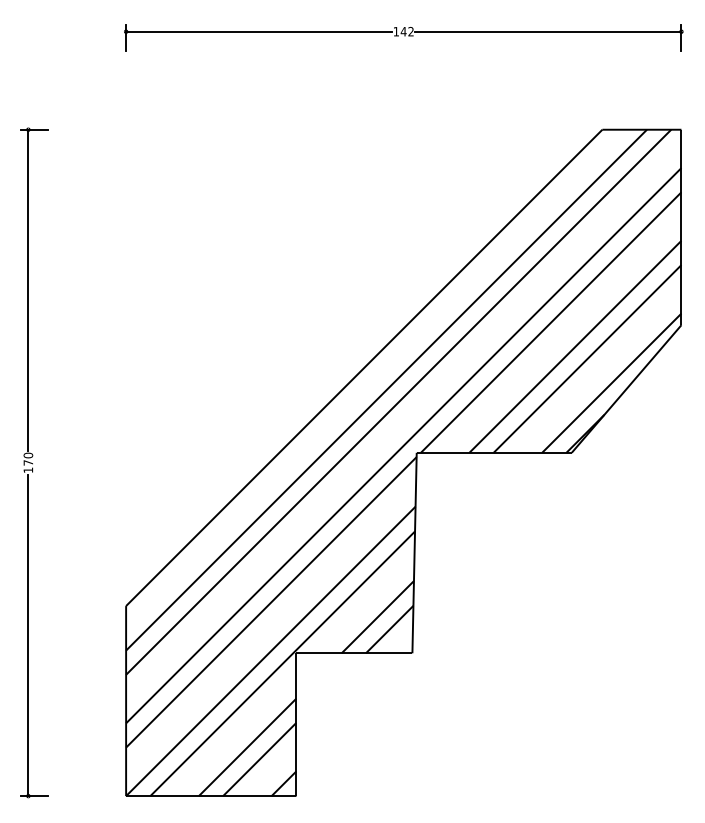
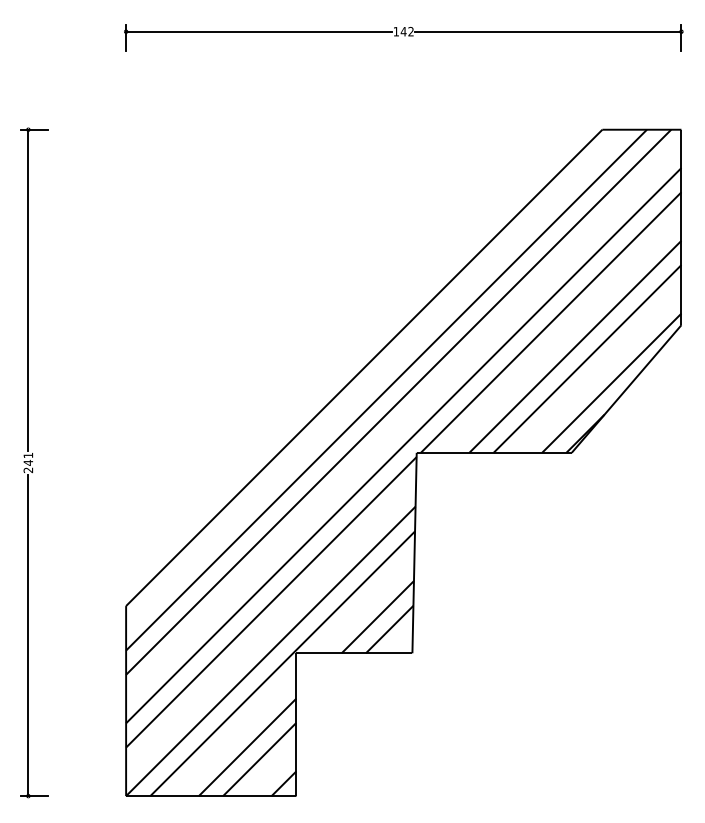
text at (28, 462): 170 -> 241
